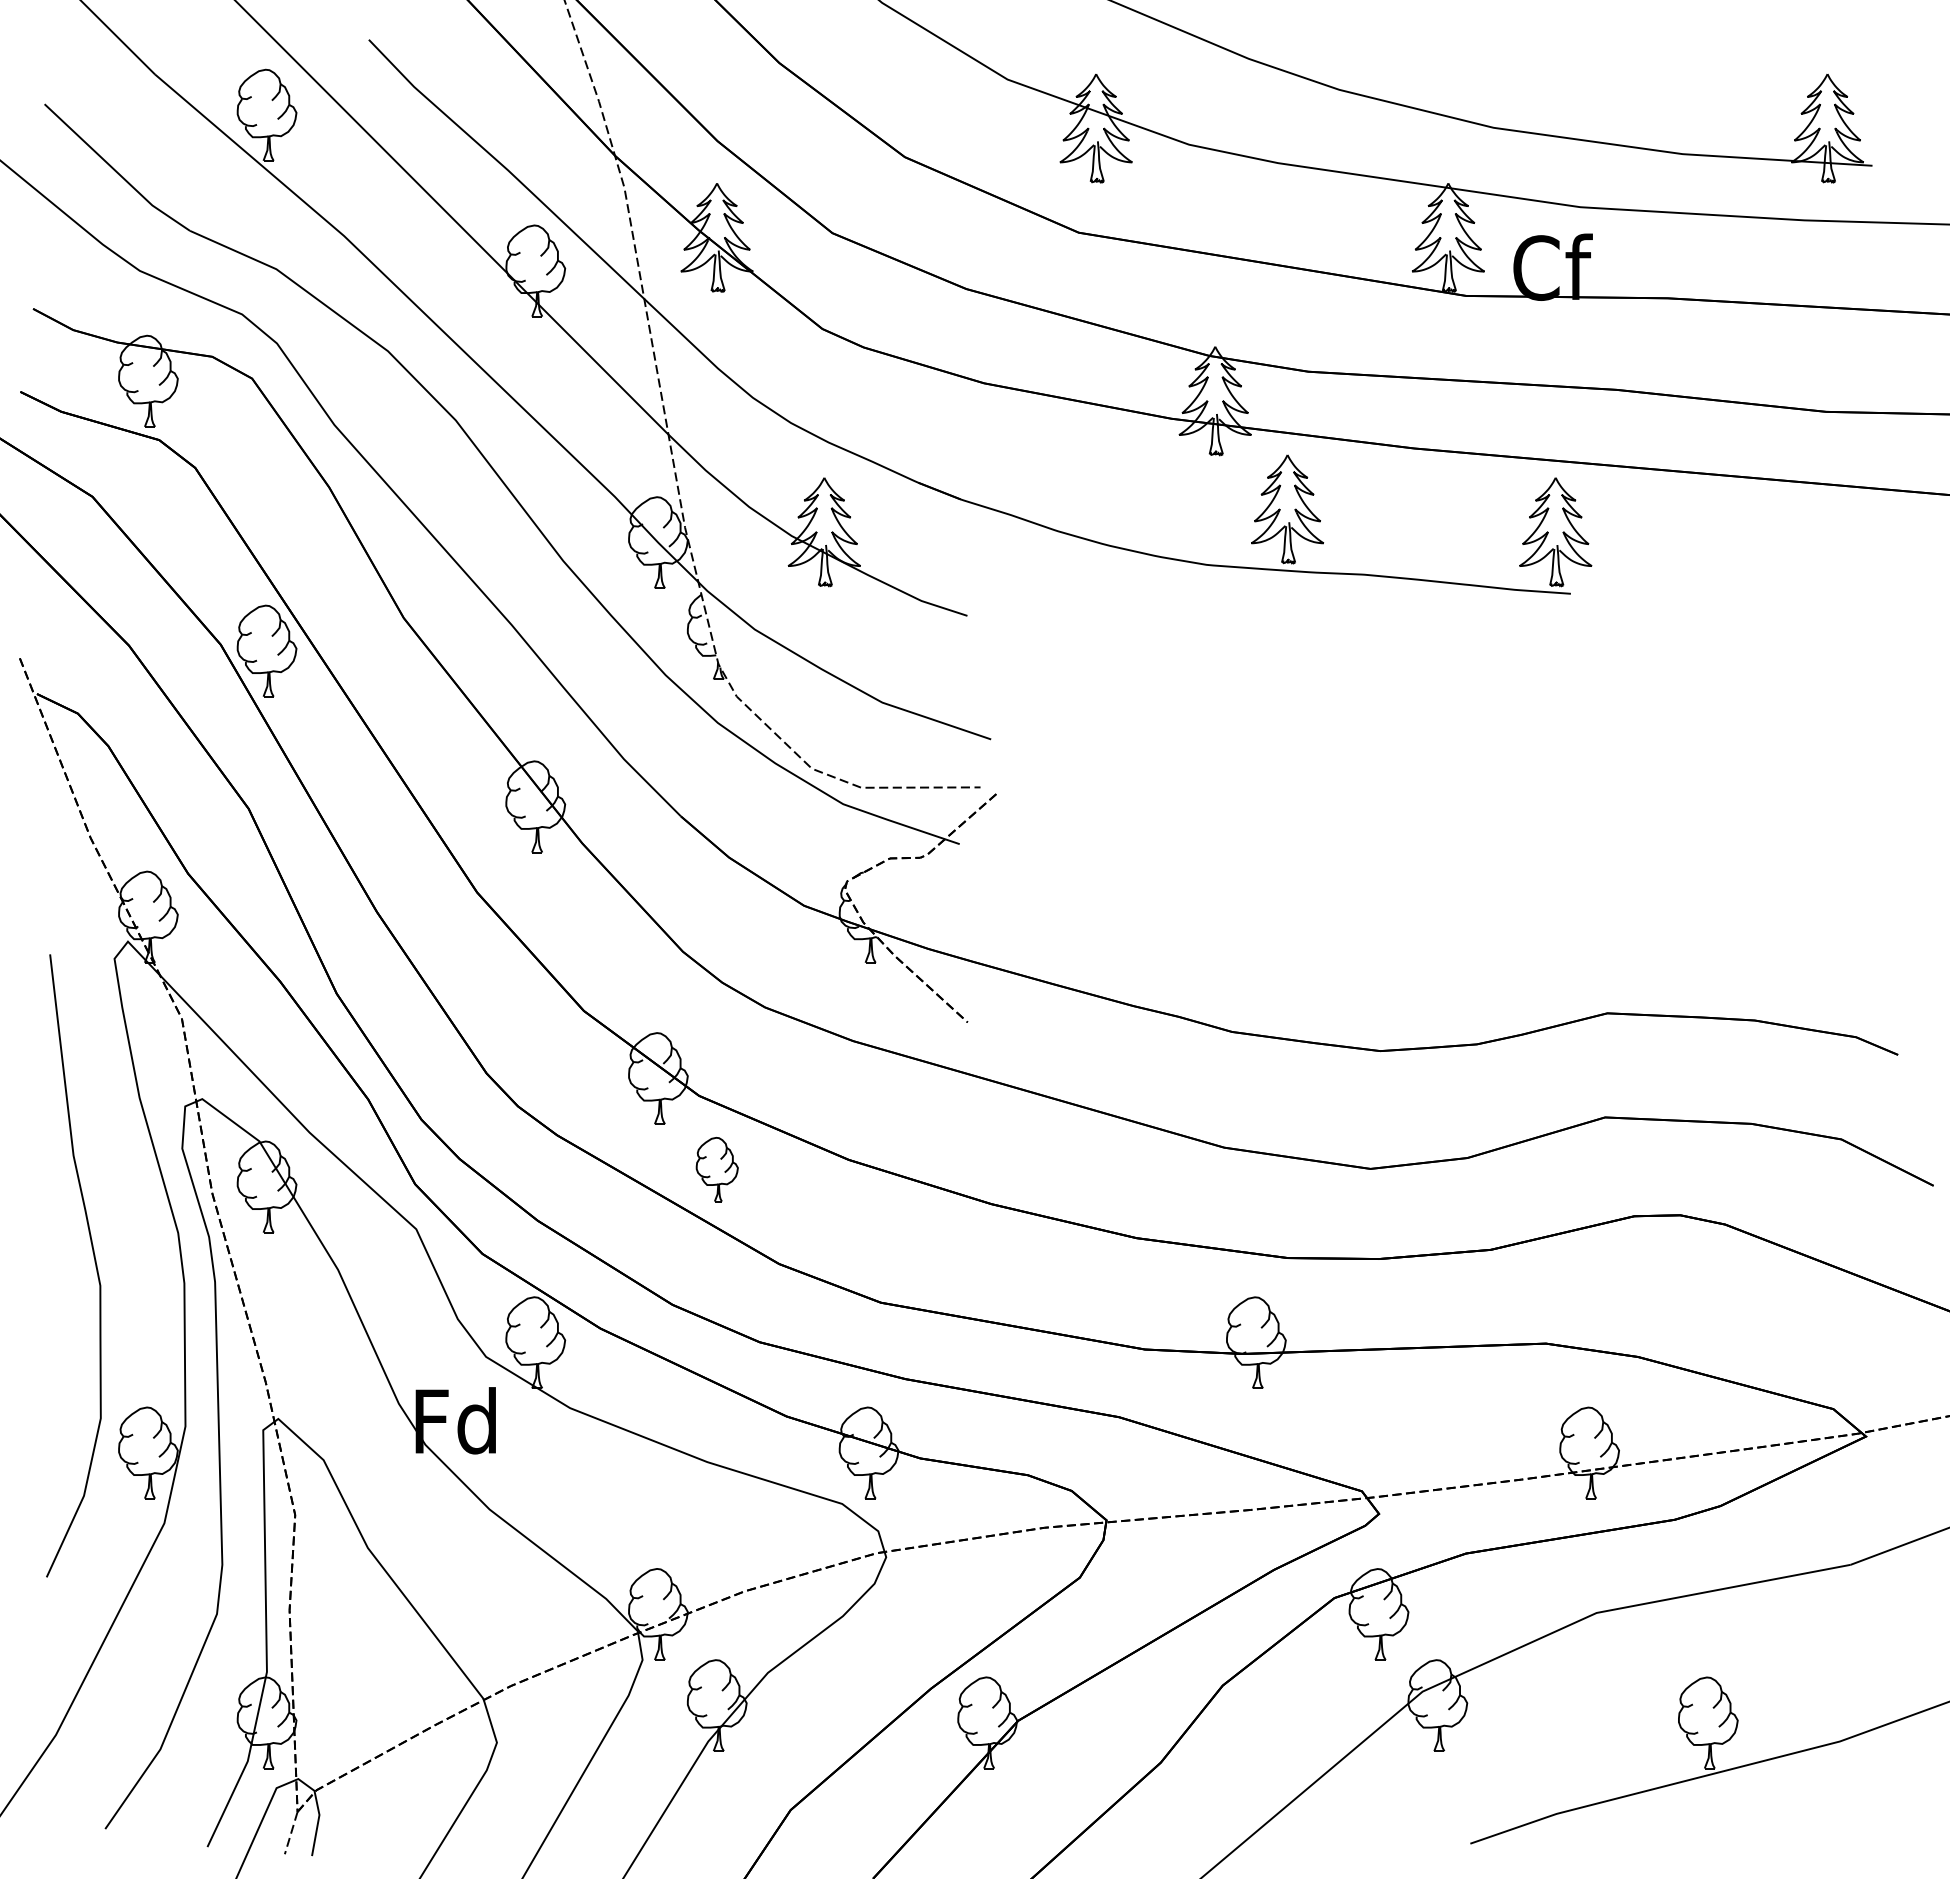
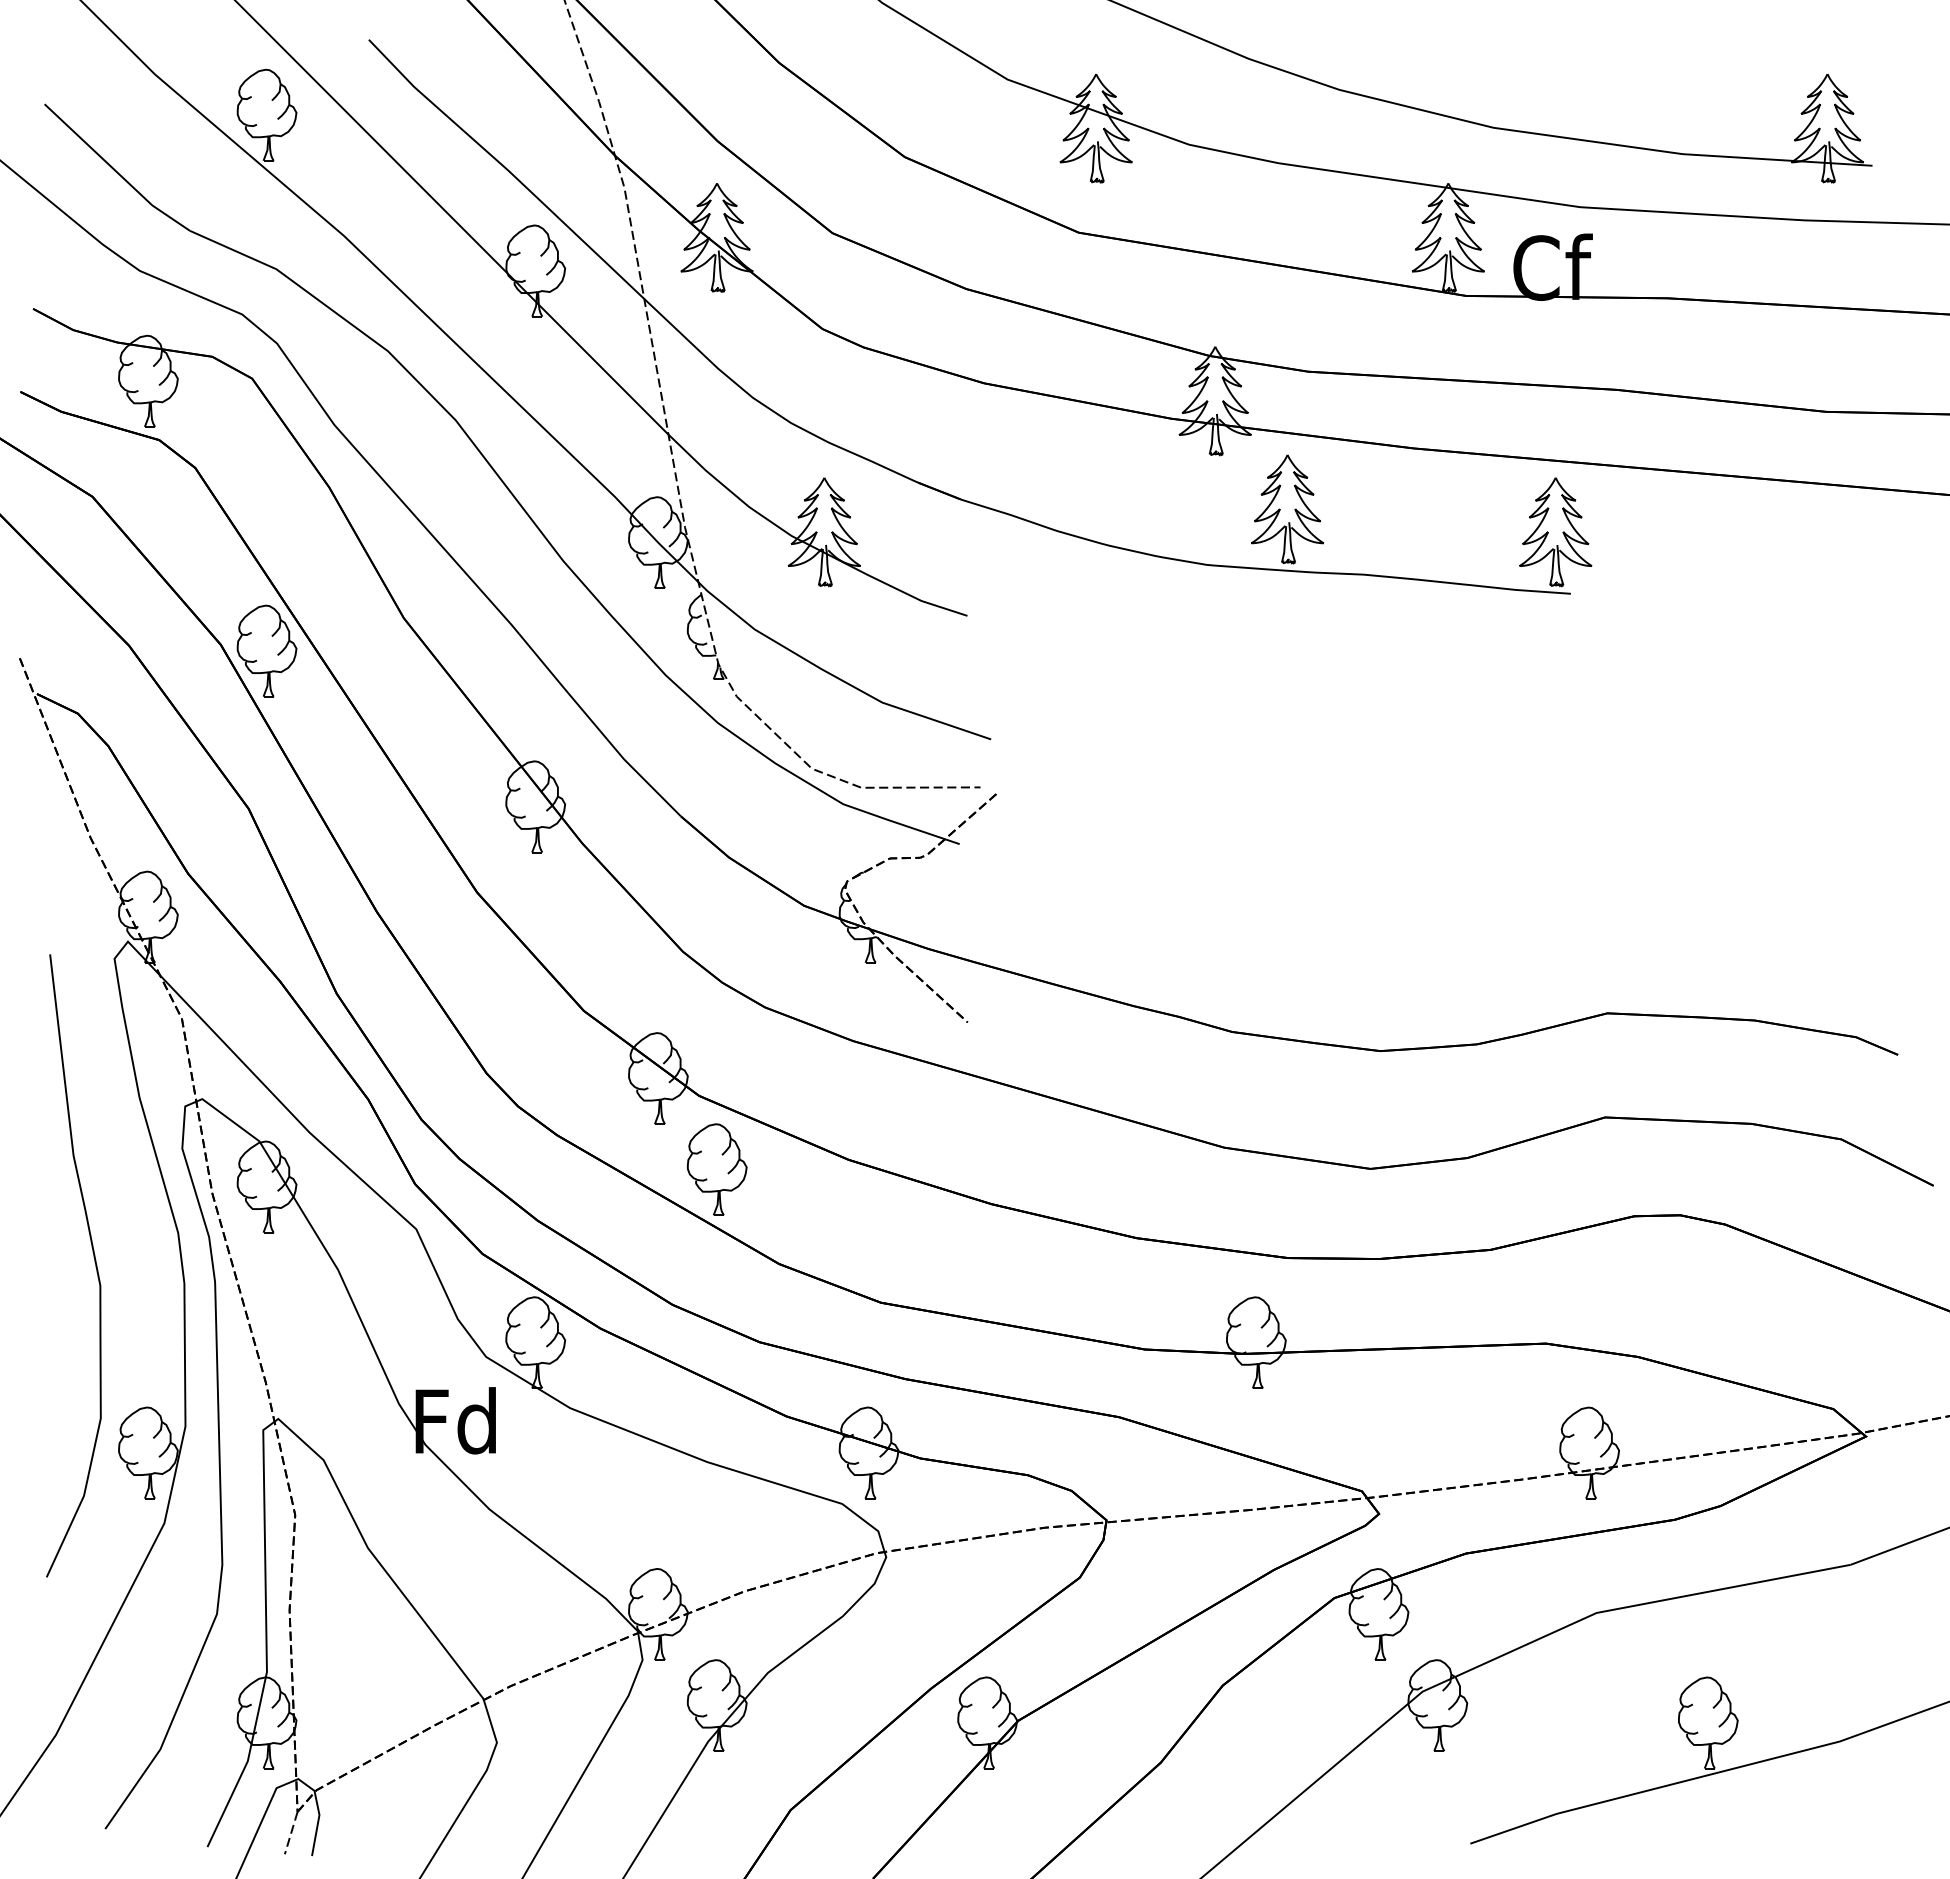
part at (716, 1169) size: 44x66 px -> 61x93 px
